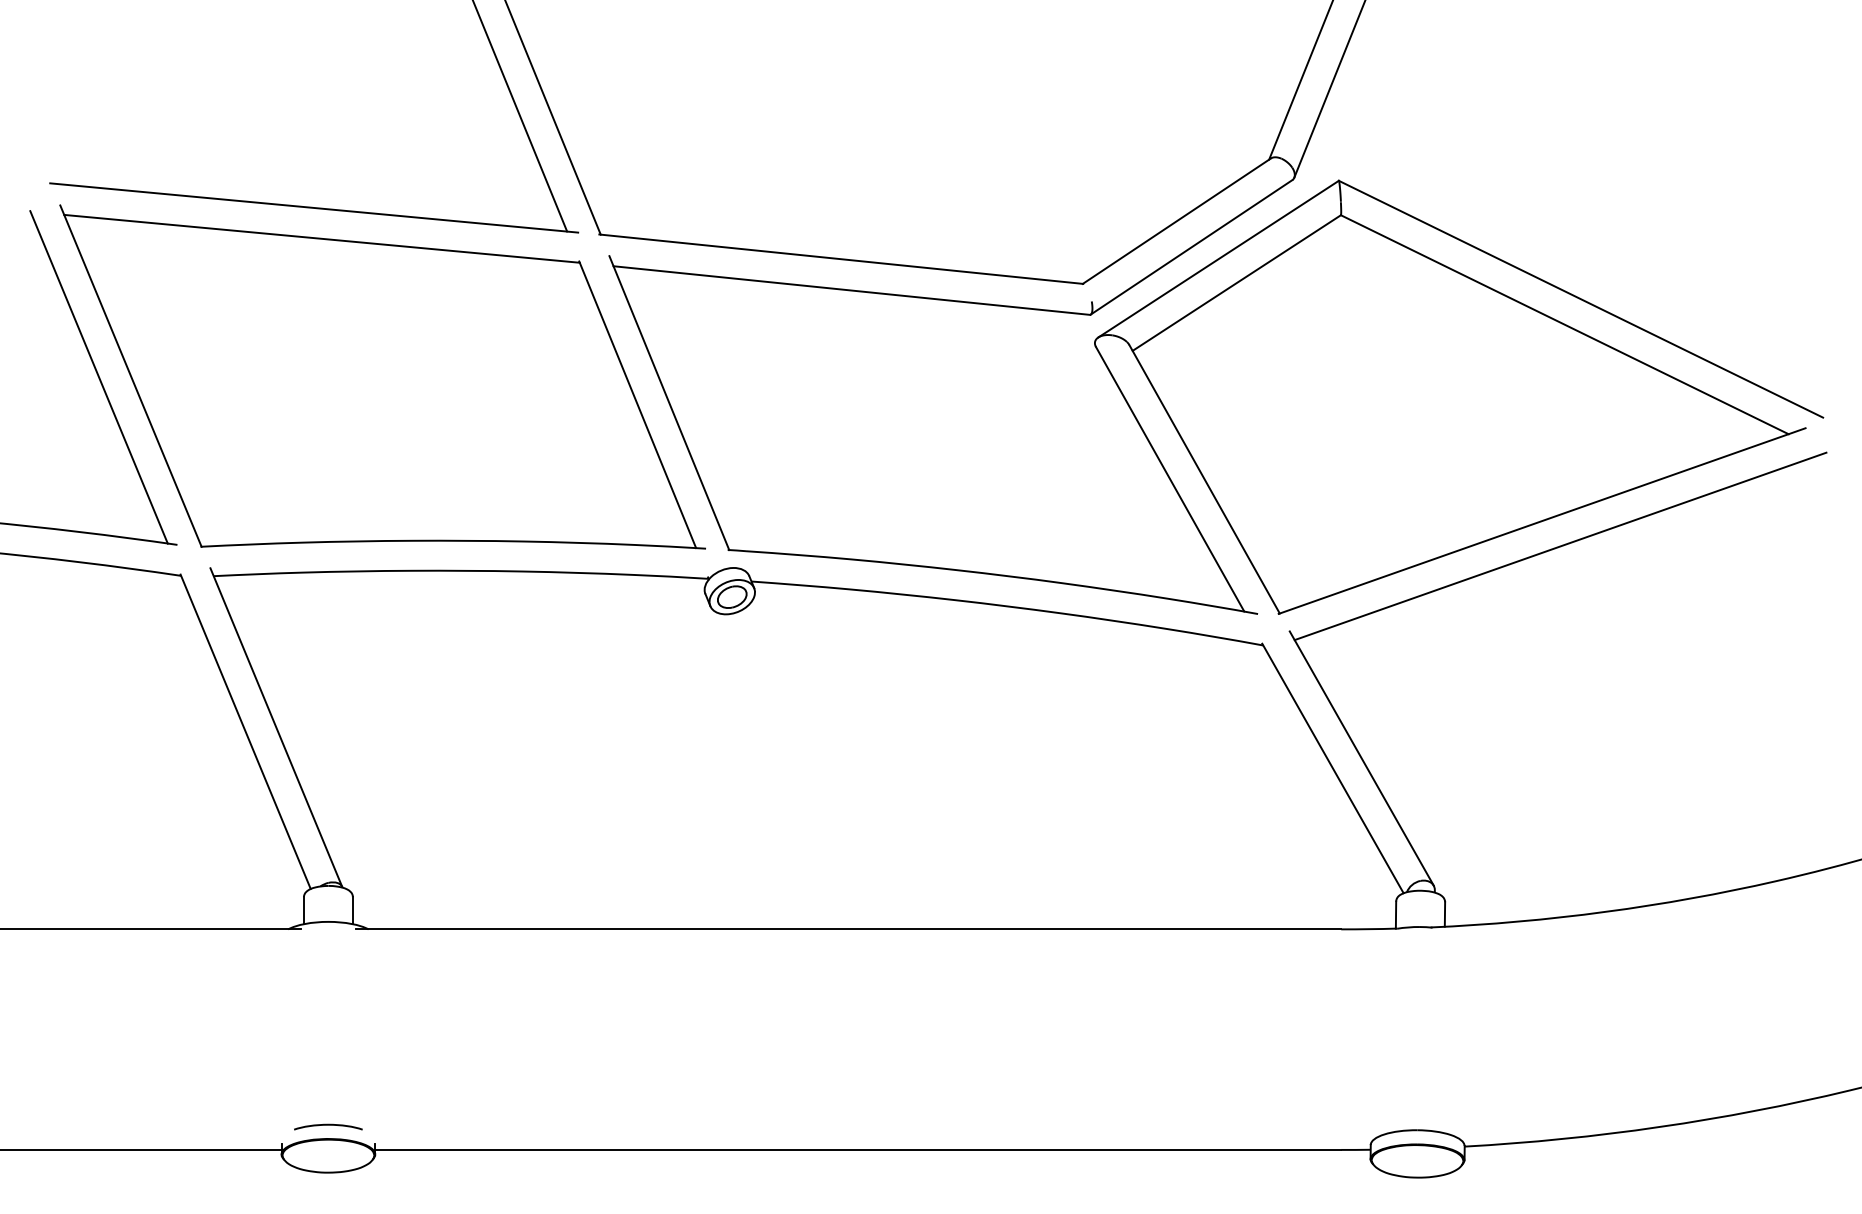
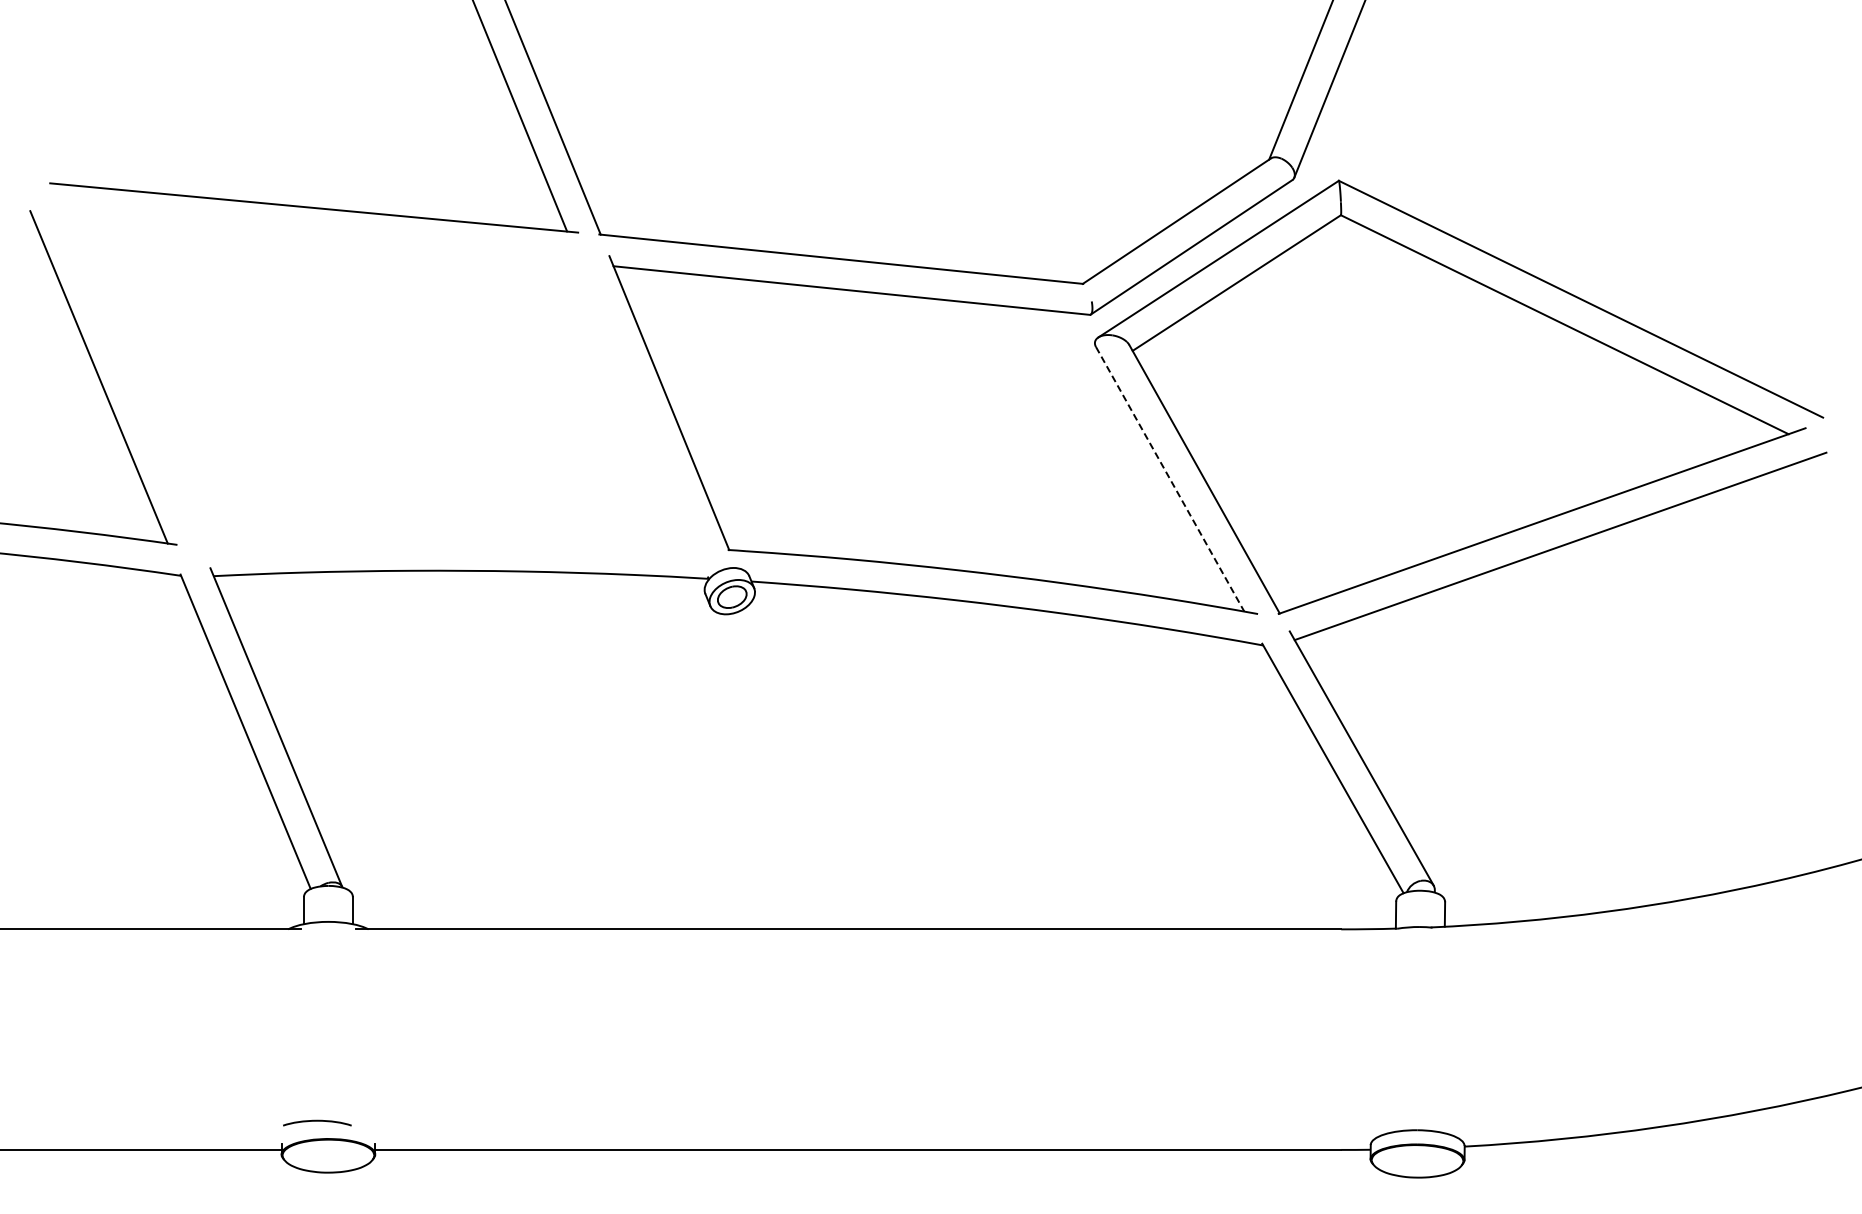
part at (382, 376): present -> none
line at (1170, 479): solid -> dashed
curve at (328, 1125) position: (328, 1125) -> (317, 1121)
